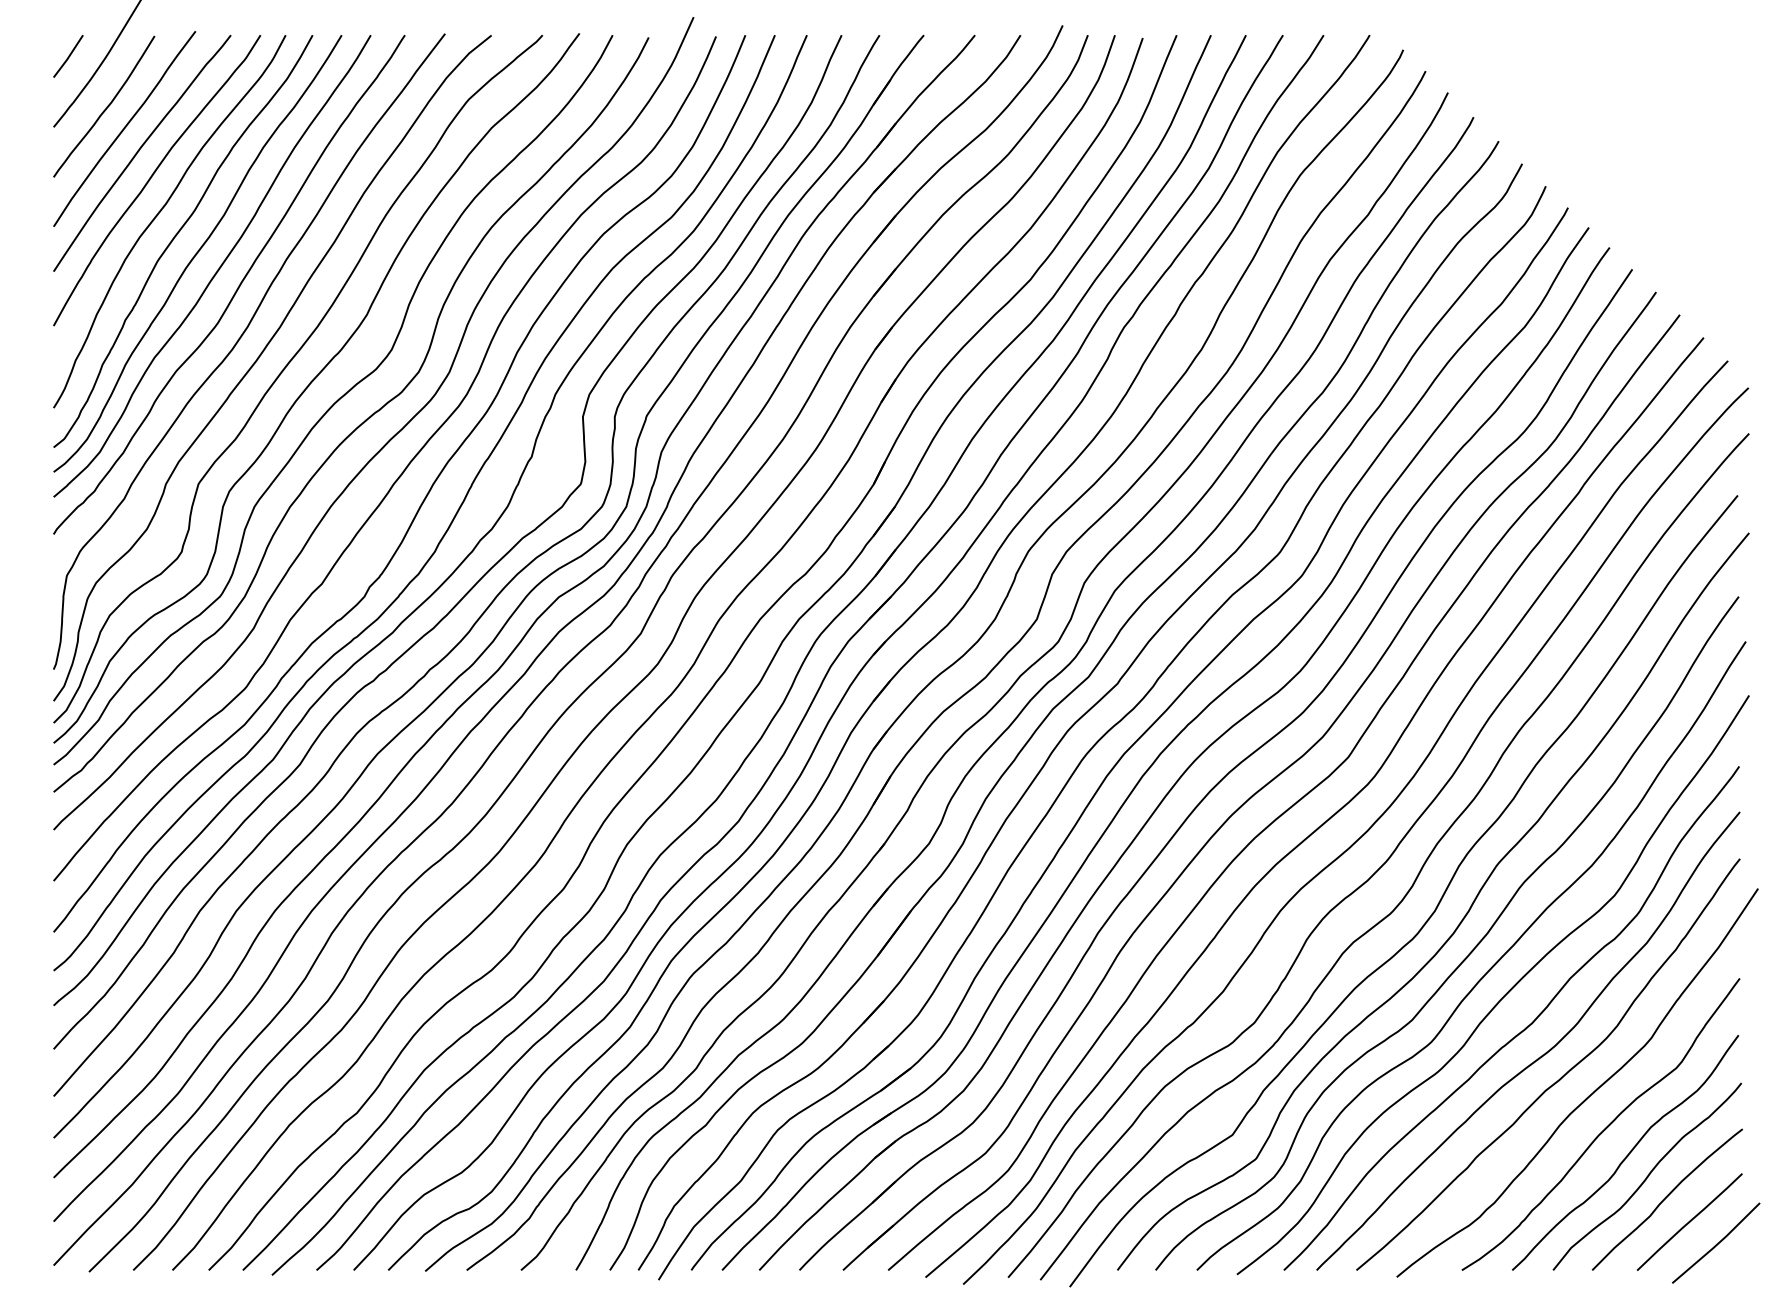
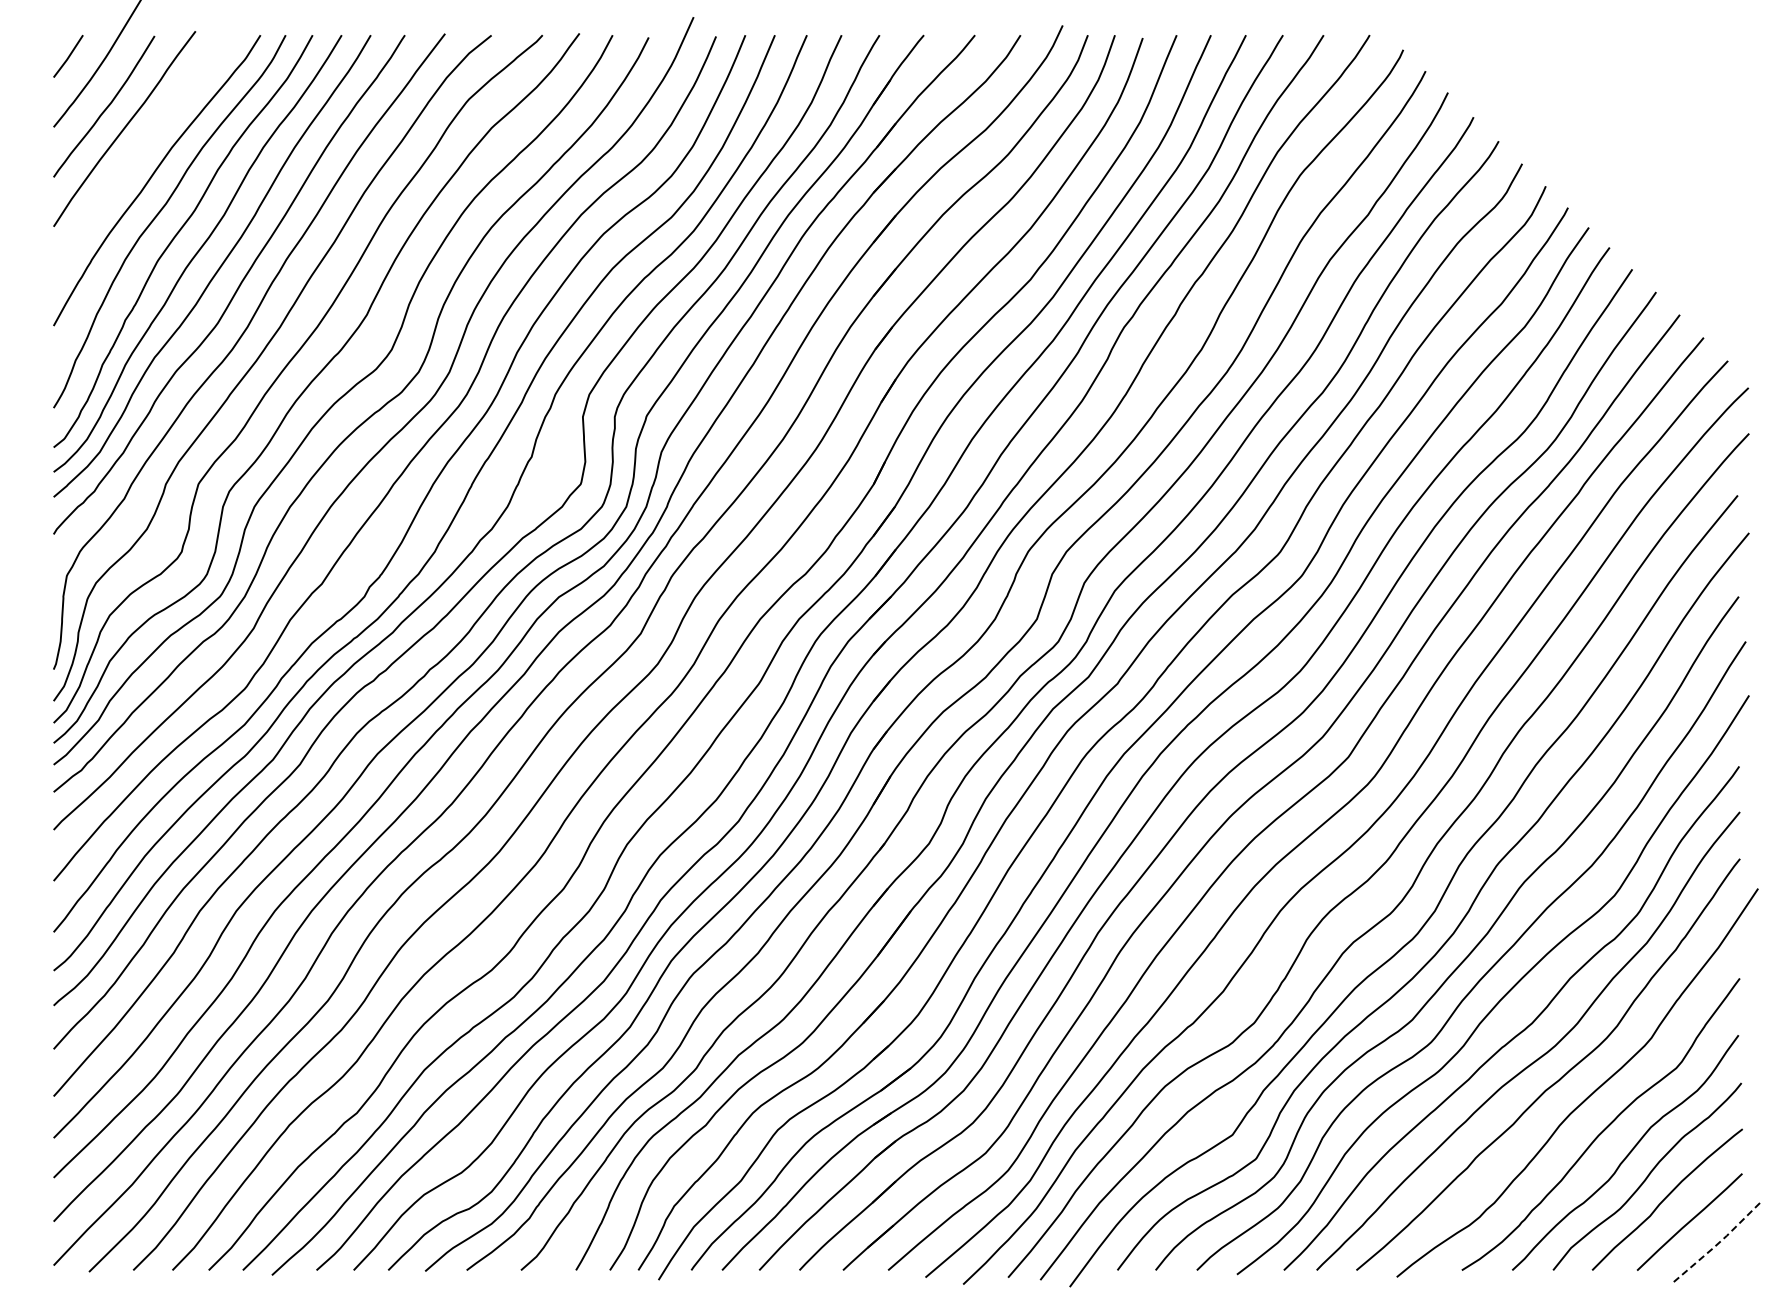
curve at (139, 151): present -> none
line at (1717, 1244): solid -> dashed
